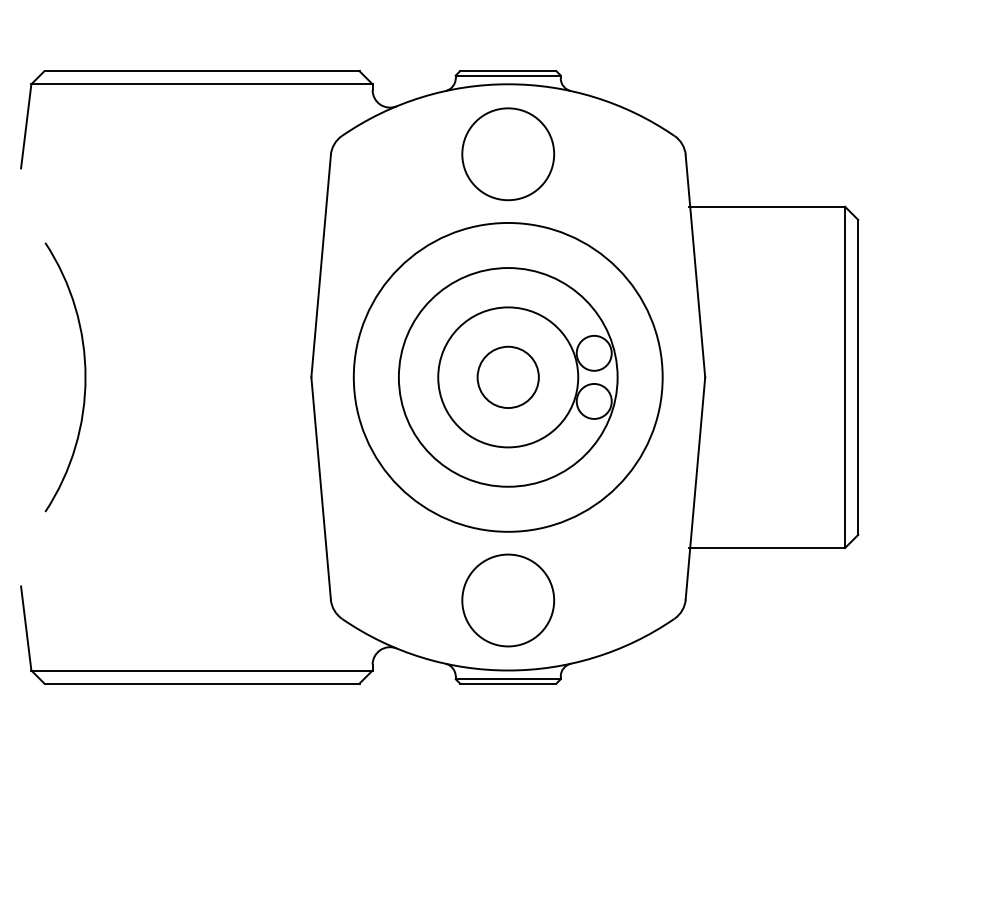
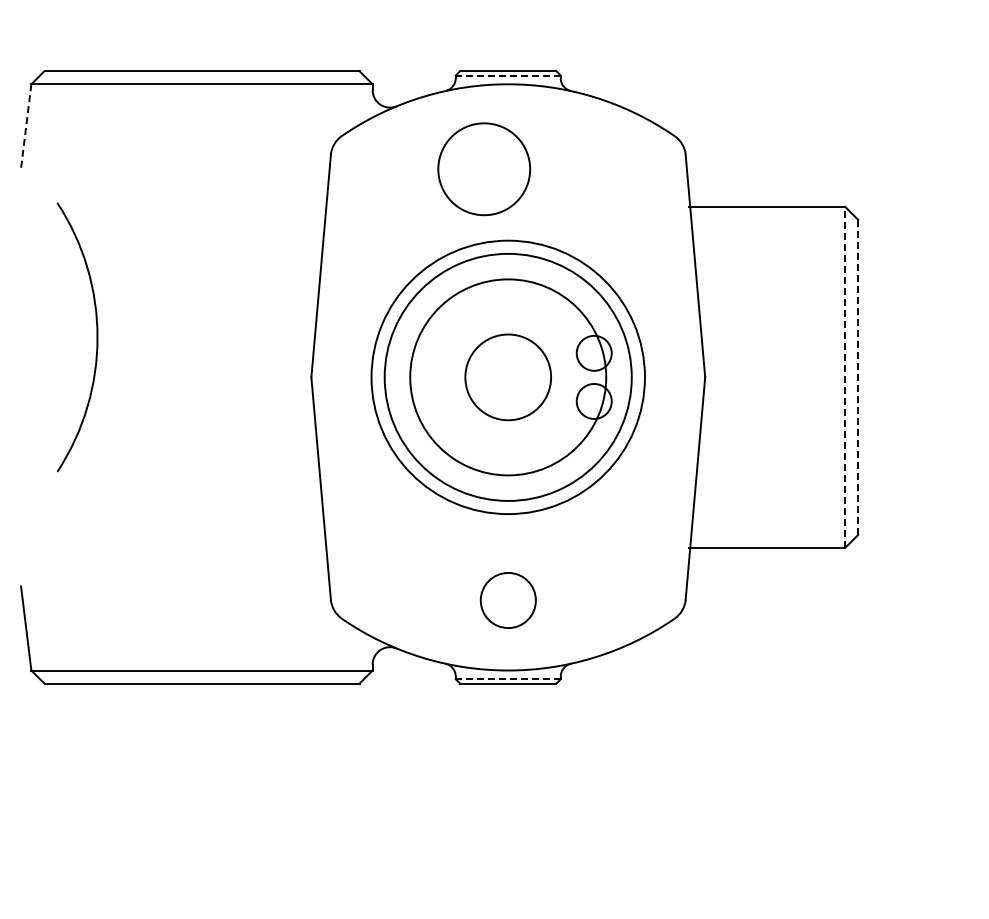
line at (507, 75): solid -> dashed
line at (26, 126): solid -> dashed
circle at (508, 154) position: (508, 154) -> (484, 169)
circle at (507, 376) diameter: 309 px -> 247 px
line at (858, 376): solid -> dashed
arc at (84, 377) position: (84, 377) -> (96, 337)
circle at (507, 377) diameter: 219 px -> 273 px
circle at (507, 377) diameter: 61 px -> 86 px
circle at (508, 377) diameter: 140 px -> 196 px
line at (845, 377): solid -> dashed
circle at (508, 600) size: 95x95 px -> 58x57 px
line at (507, 679): solid -> dashed
